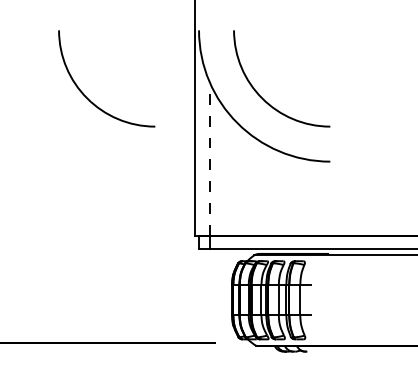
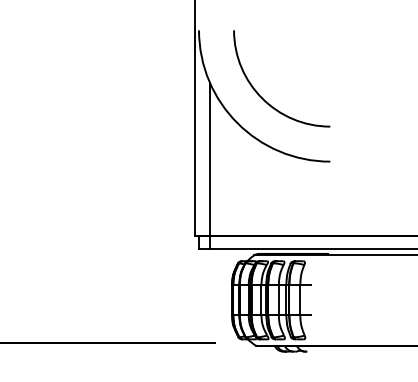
arc at (87, 97): present -> none
line at (209, 159): dashed -> solid
